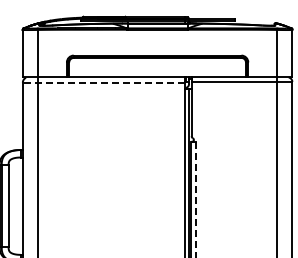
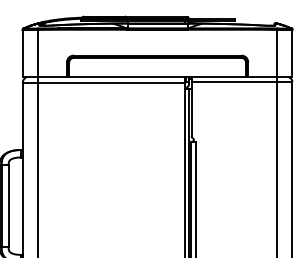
line at (103, 82): dashed -> solid
line at (195, 199): dashed -> solid
